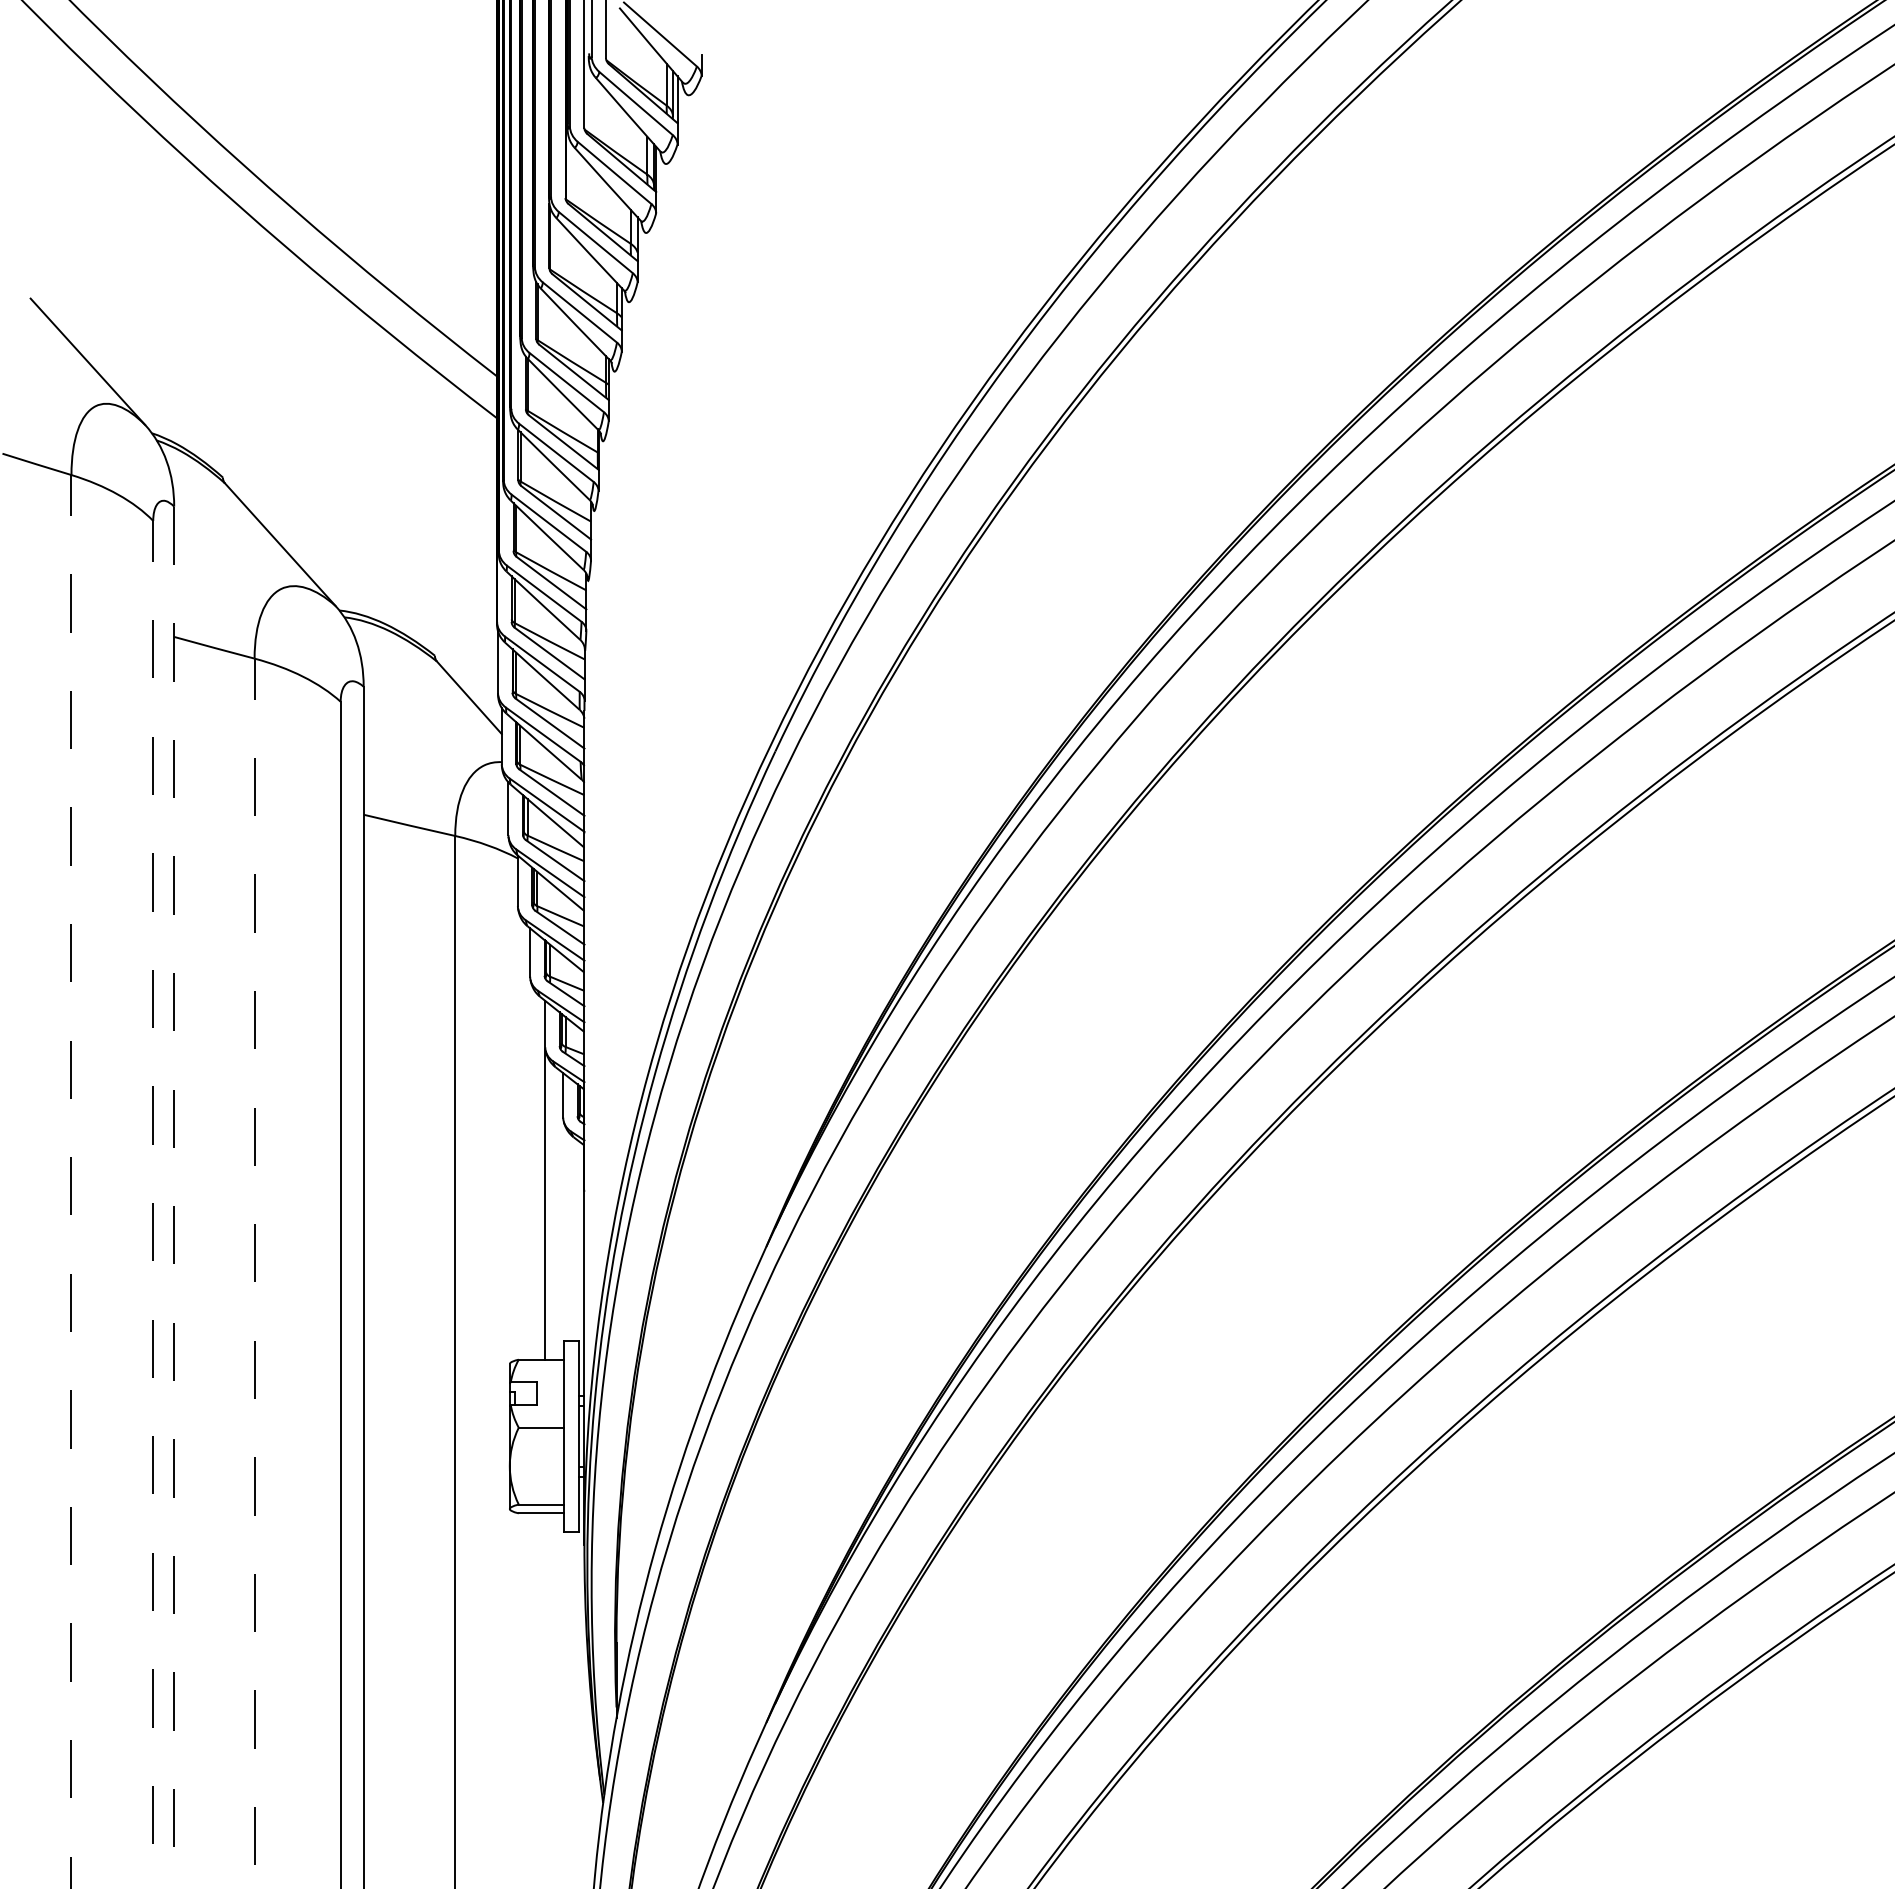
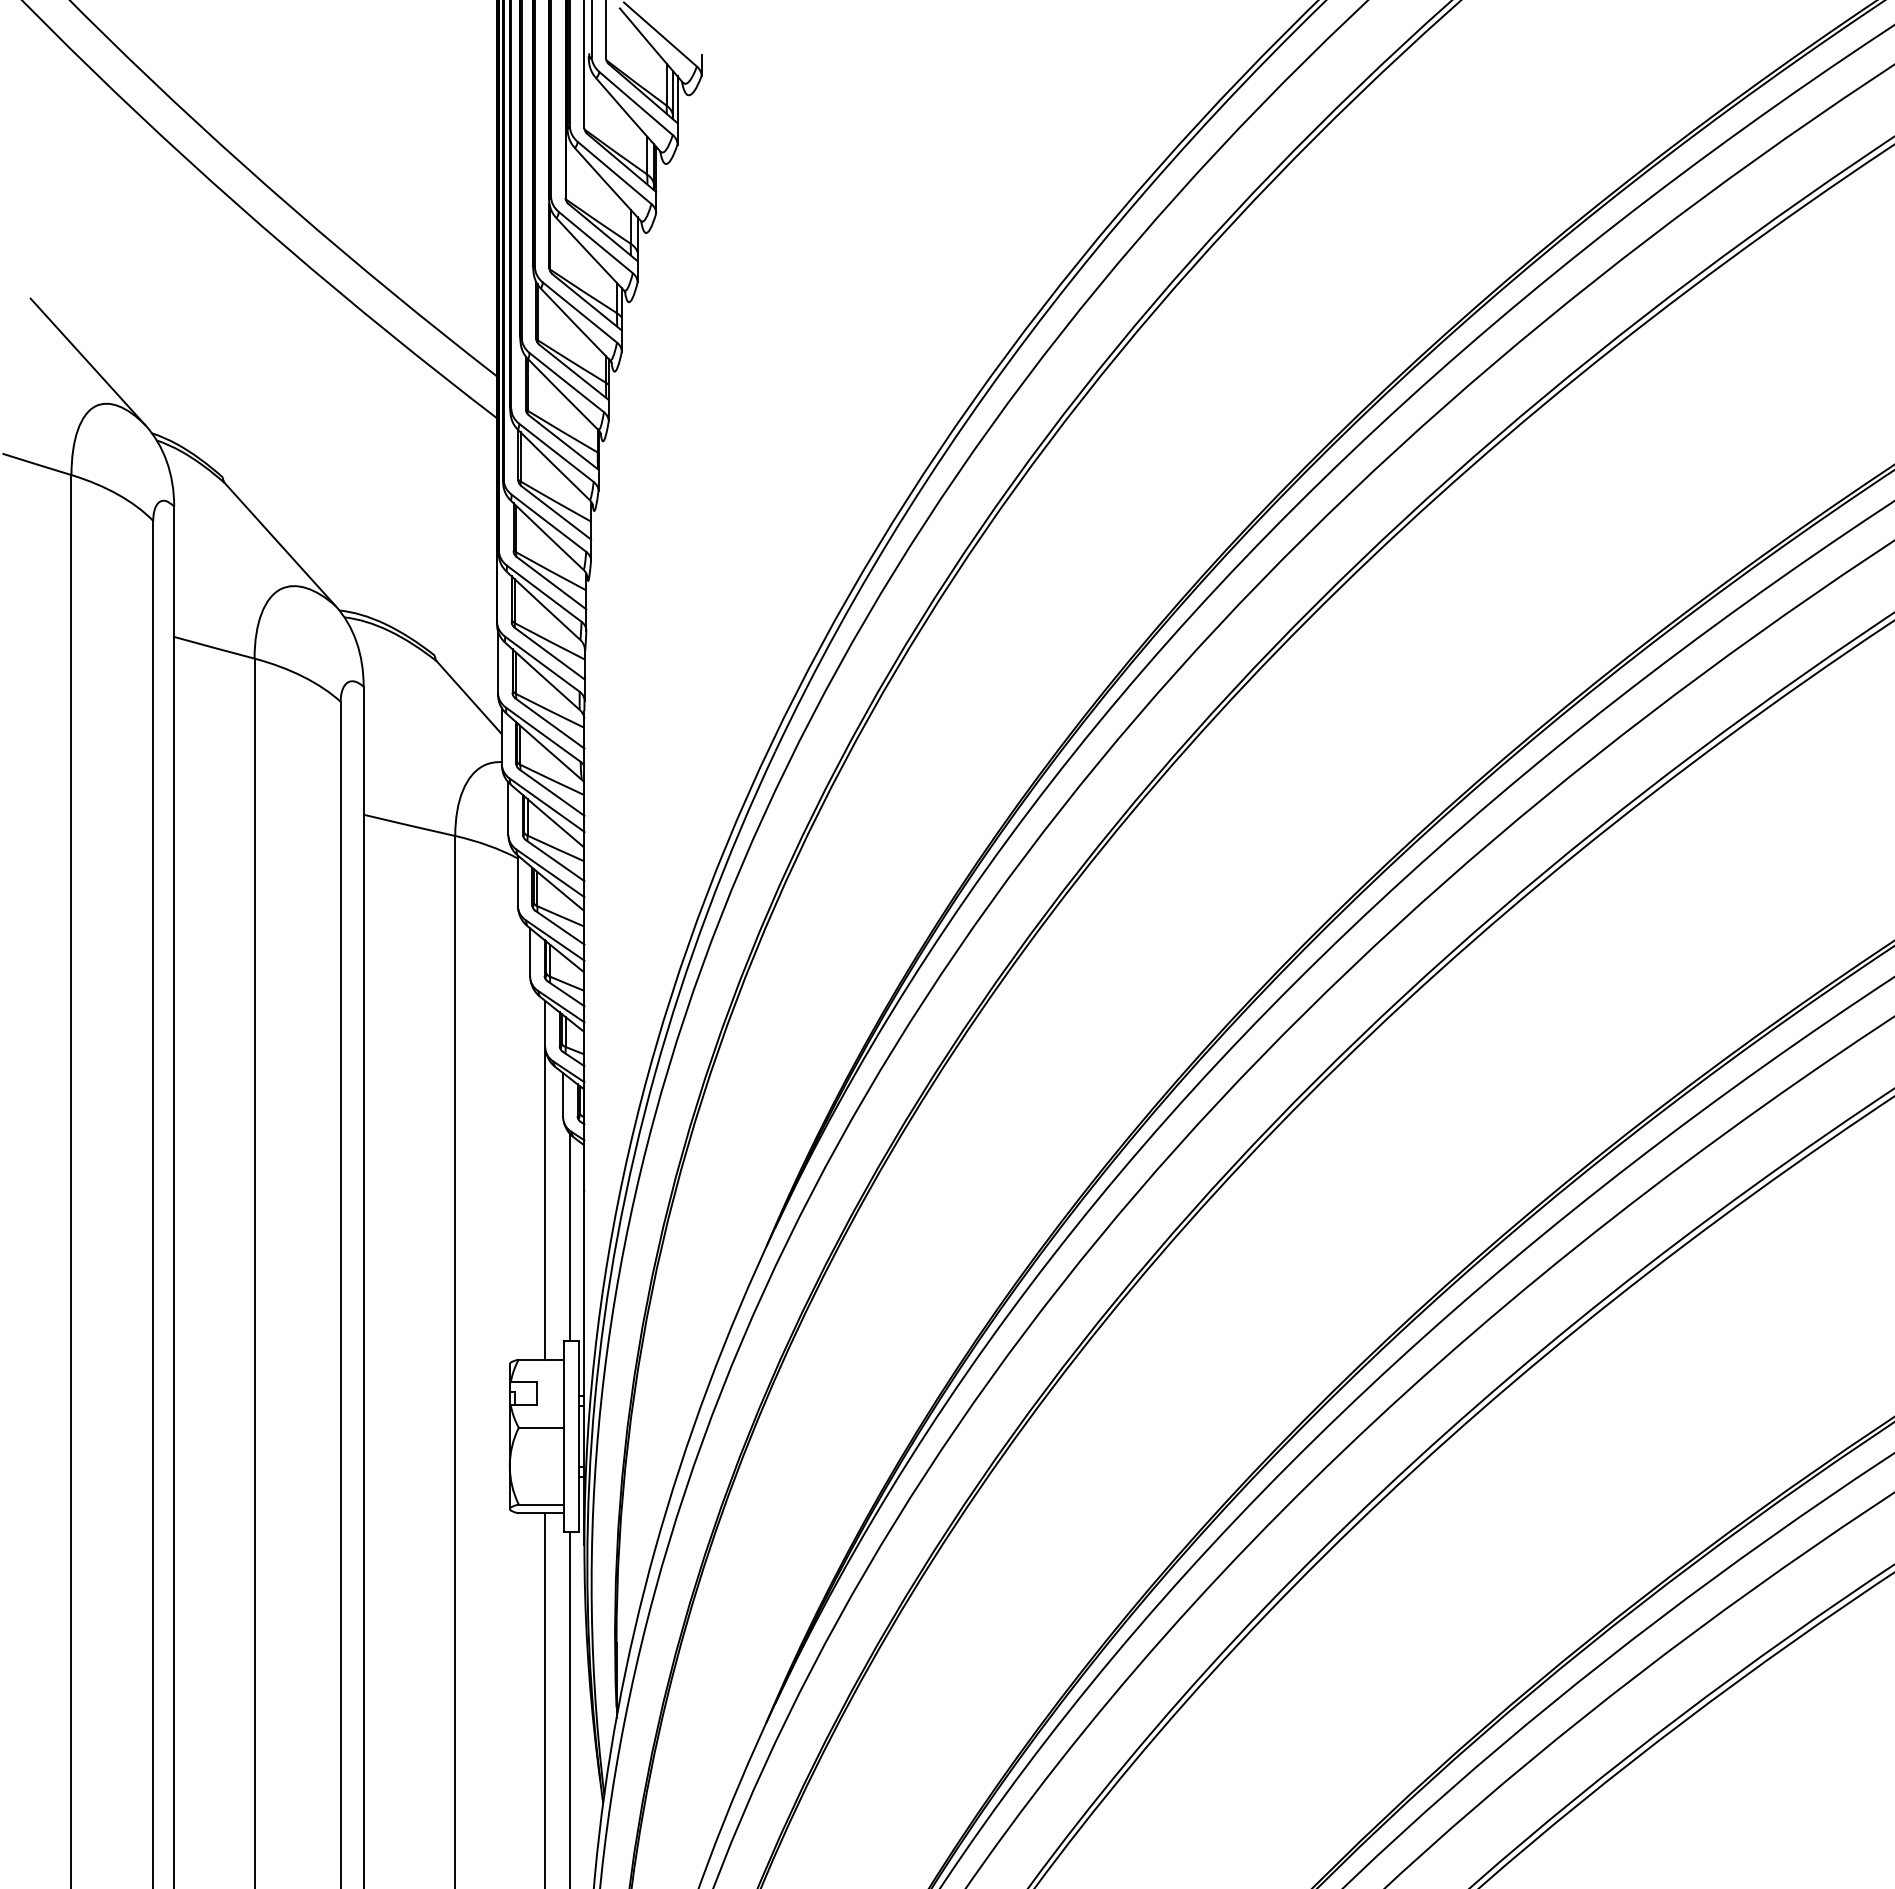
line at (71, 1181): dashed -> solid
line at (174, 1197): dashed -> solid
line at (153, 1204): dashed -> solid
line at (570, 1237): none -> present
line at (254, 1273): dashed -> solid
line at (545, 1699): none -> present
line at (570, 1708): none -> present
